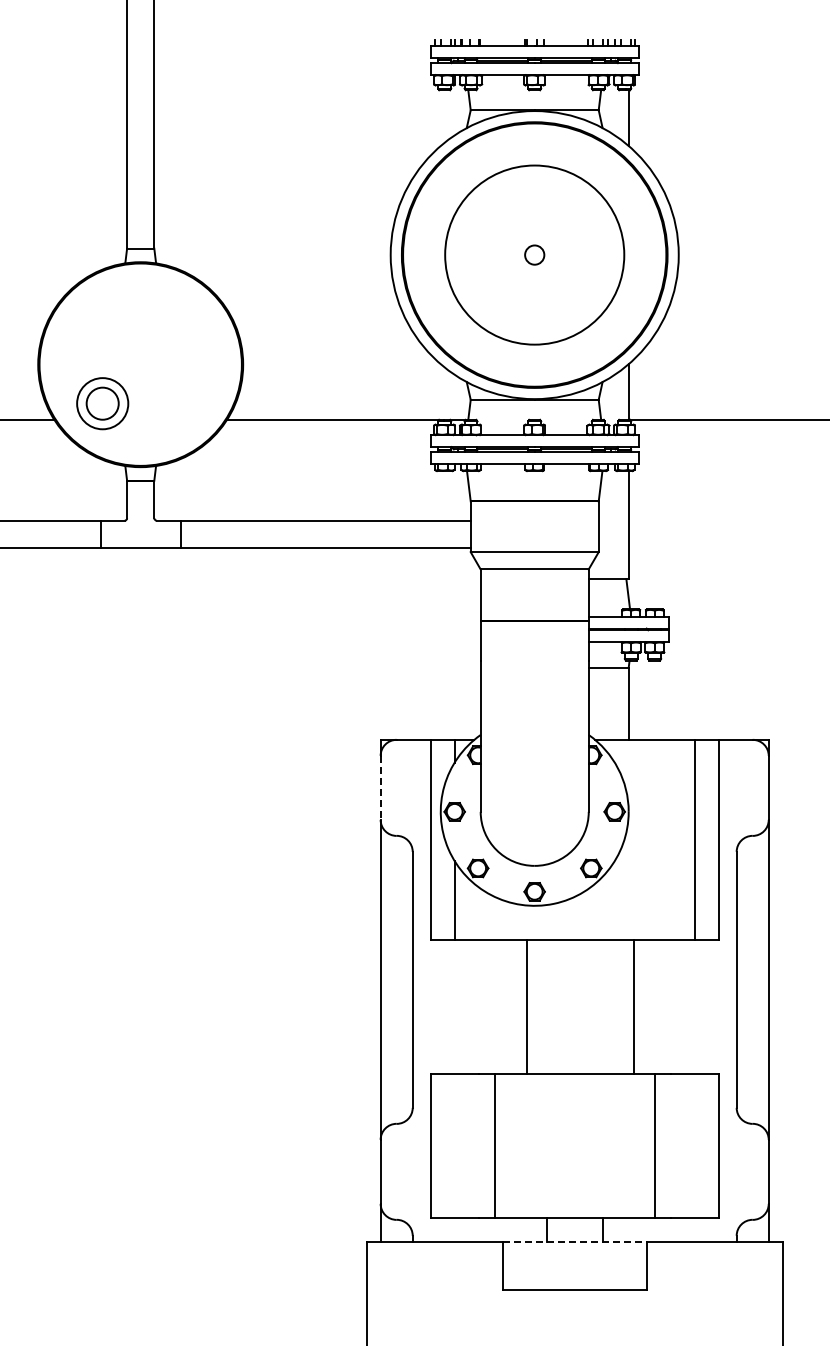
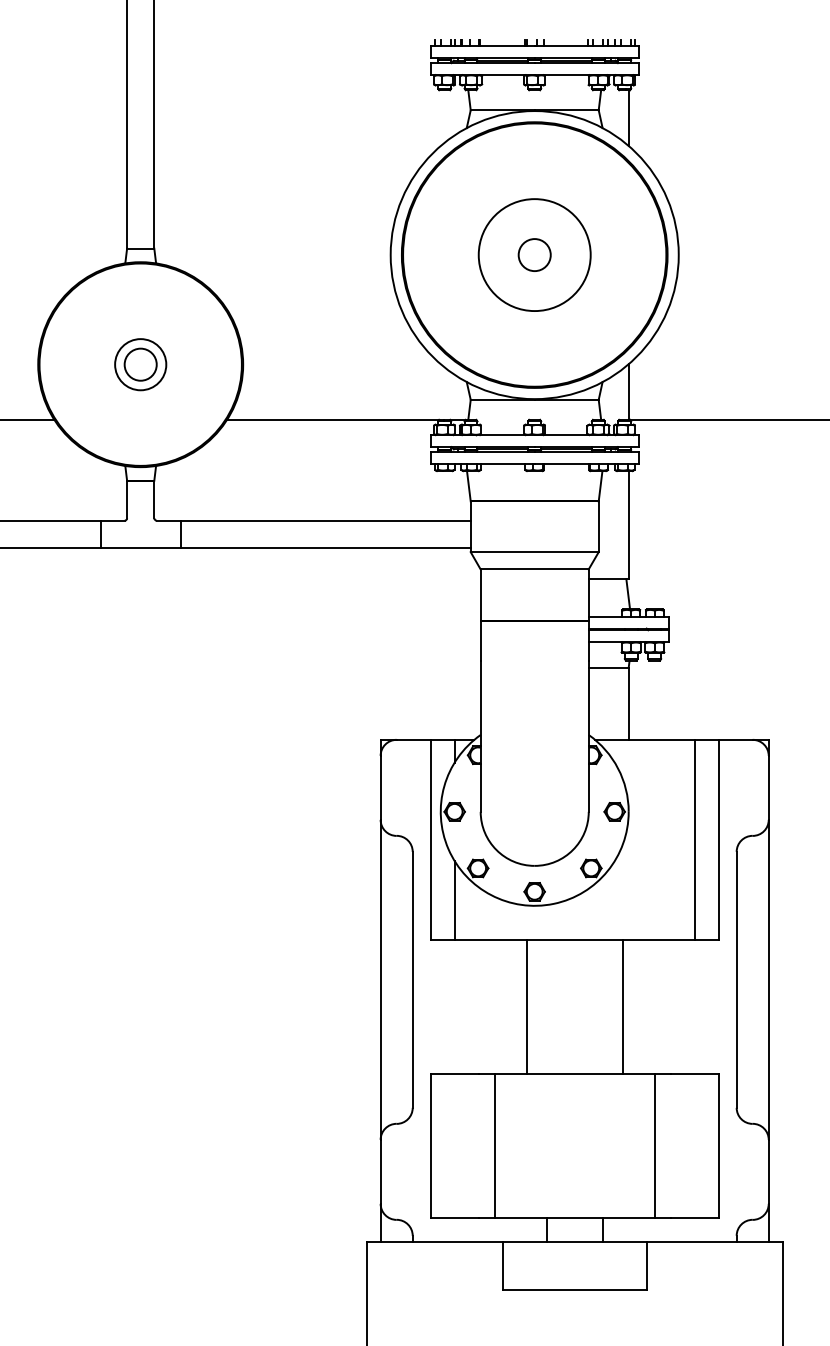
circle at (534, 254) diameter: 179 px -> 112 px
circle at (534, 254) diameter: 19 px -> 32 px
part at (102, 403) position: (102, 403) -> (140, 364)
line at (380, 787): dashed -> solid
line at (633, 1006) position: (633, 1006) -> (622, 1006)
line at (574, 1242): dashed -> solid
